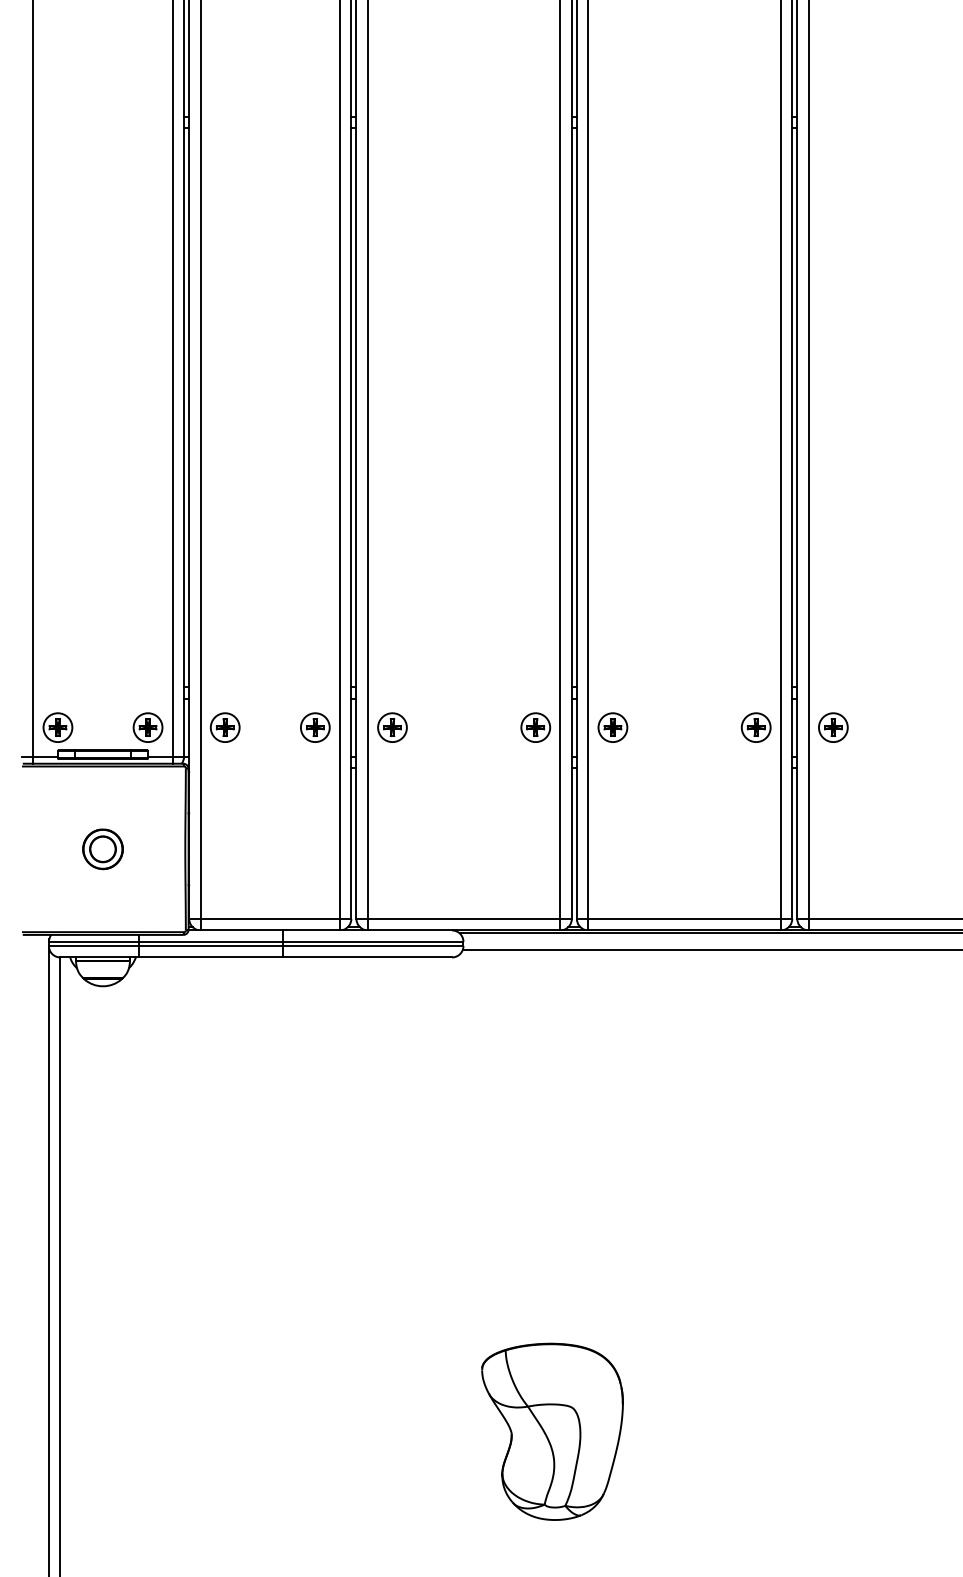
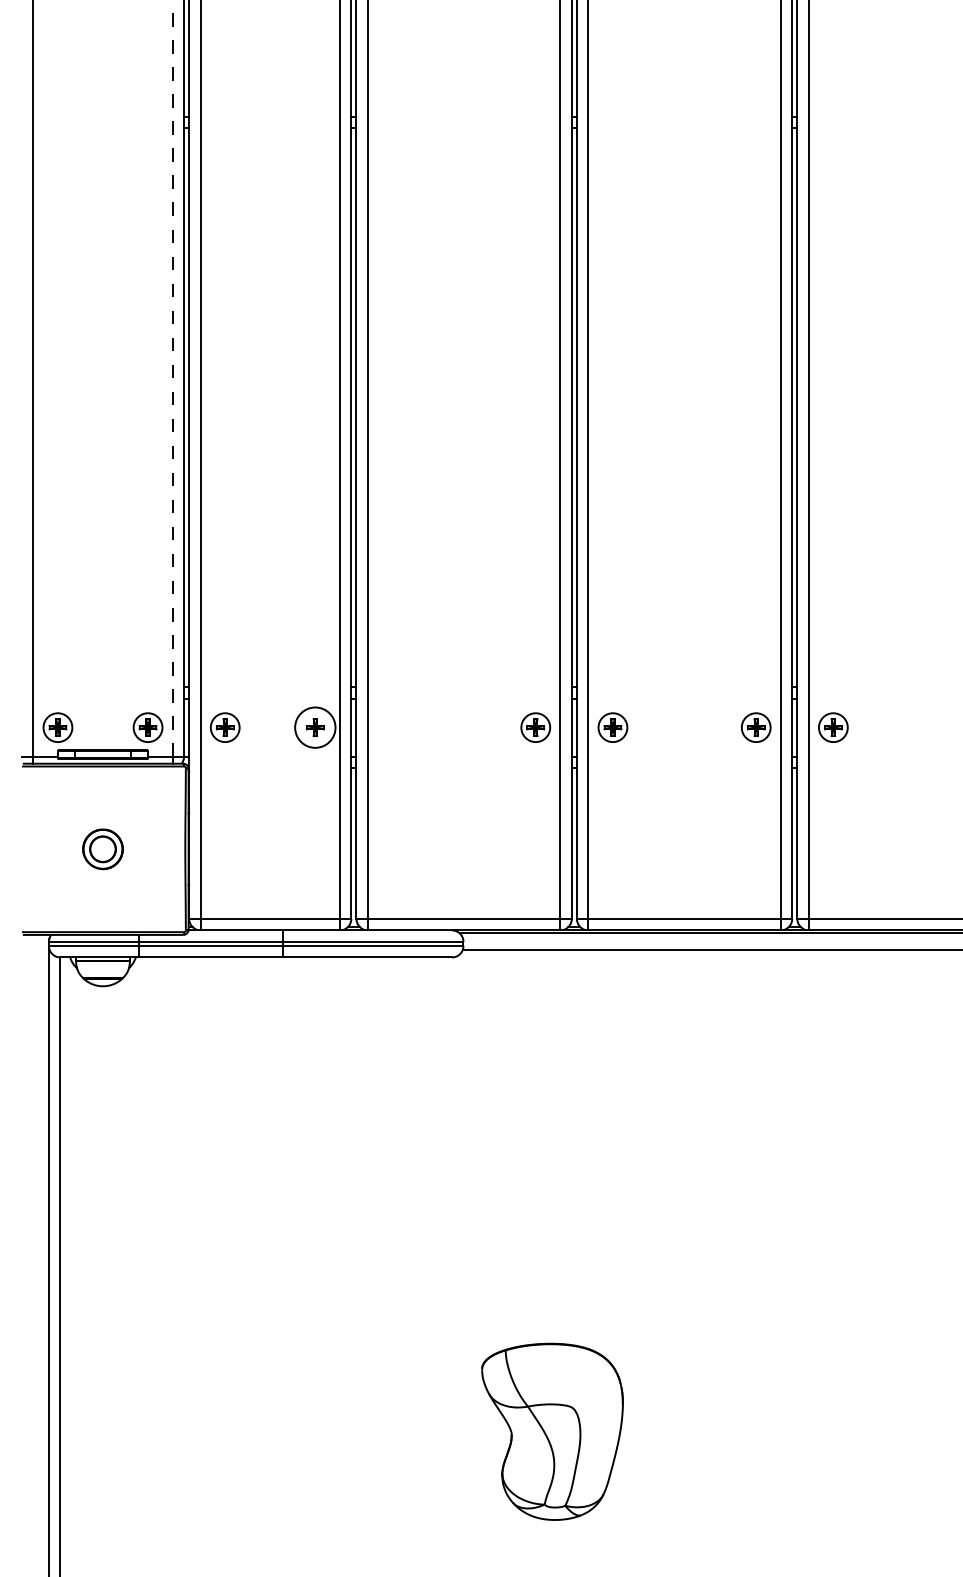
line at (172, 378): solid -> dashed
circle at (314, 727) diameter: 29 px -> 40 px
part at (392, 727): present -> none
